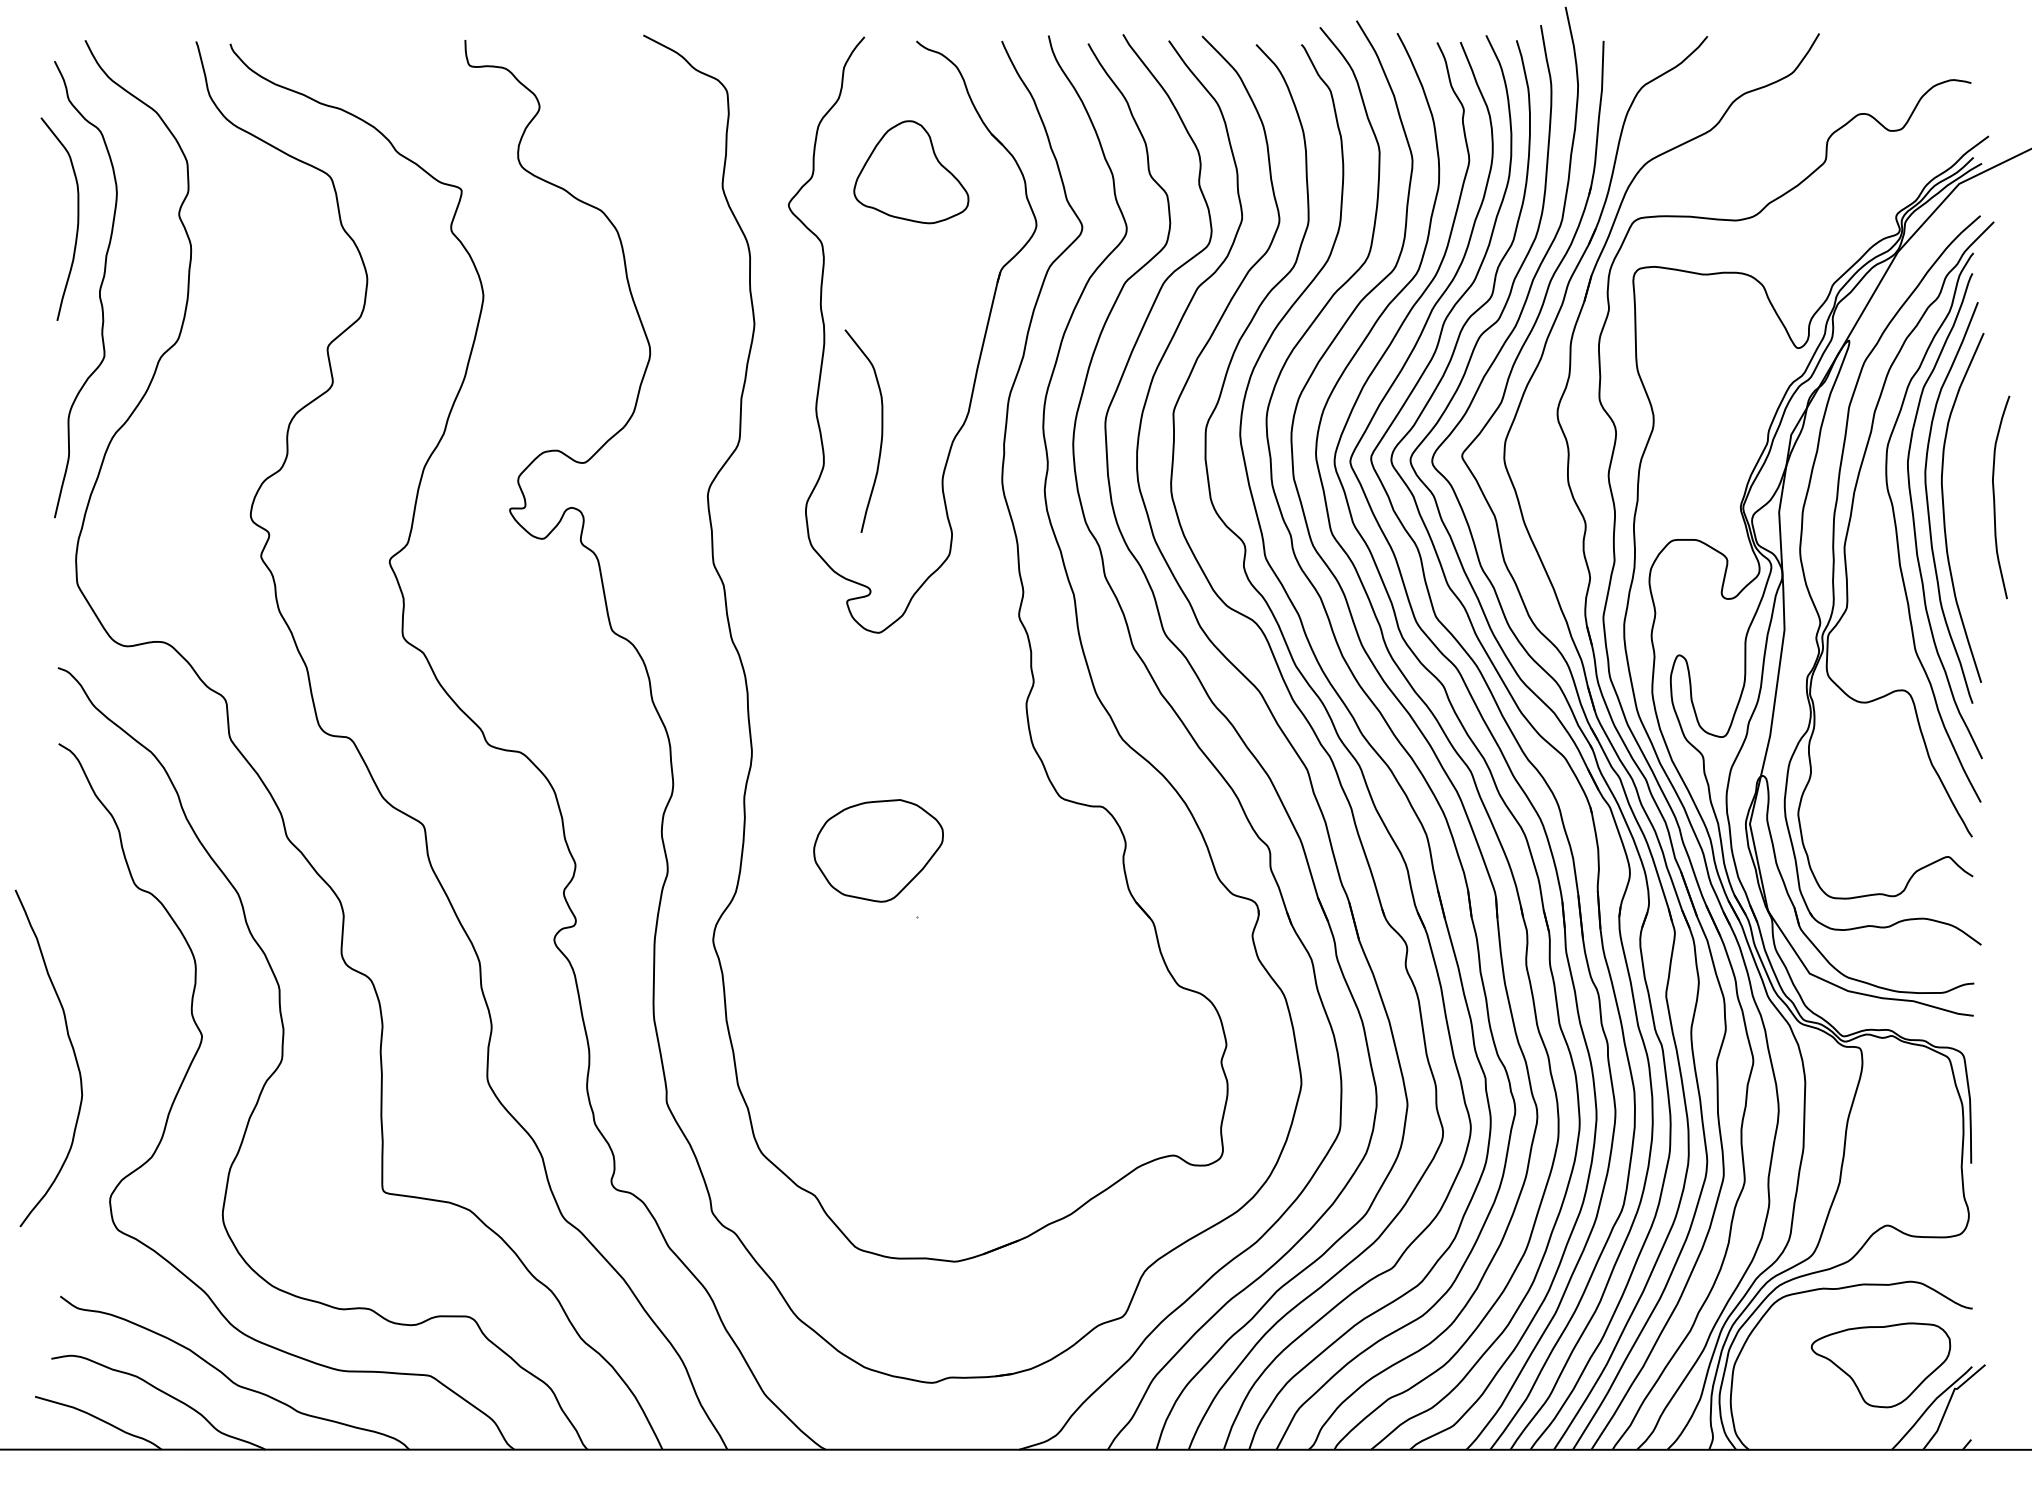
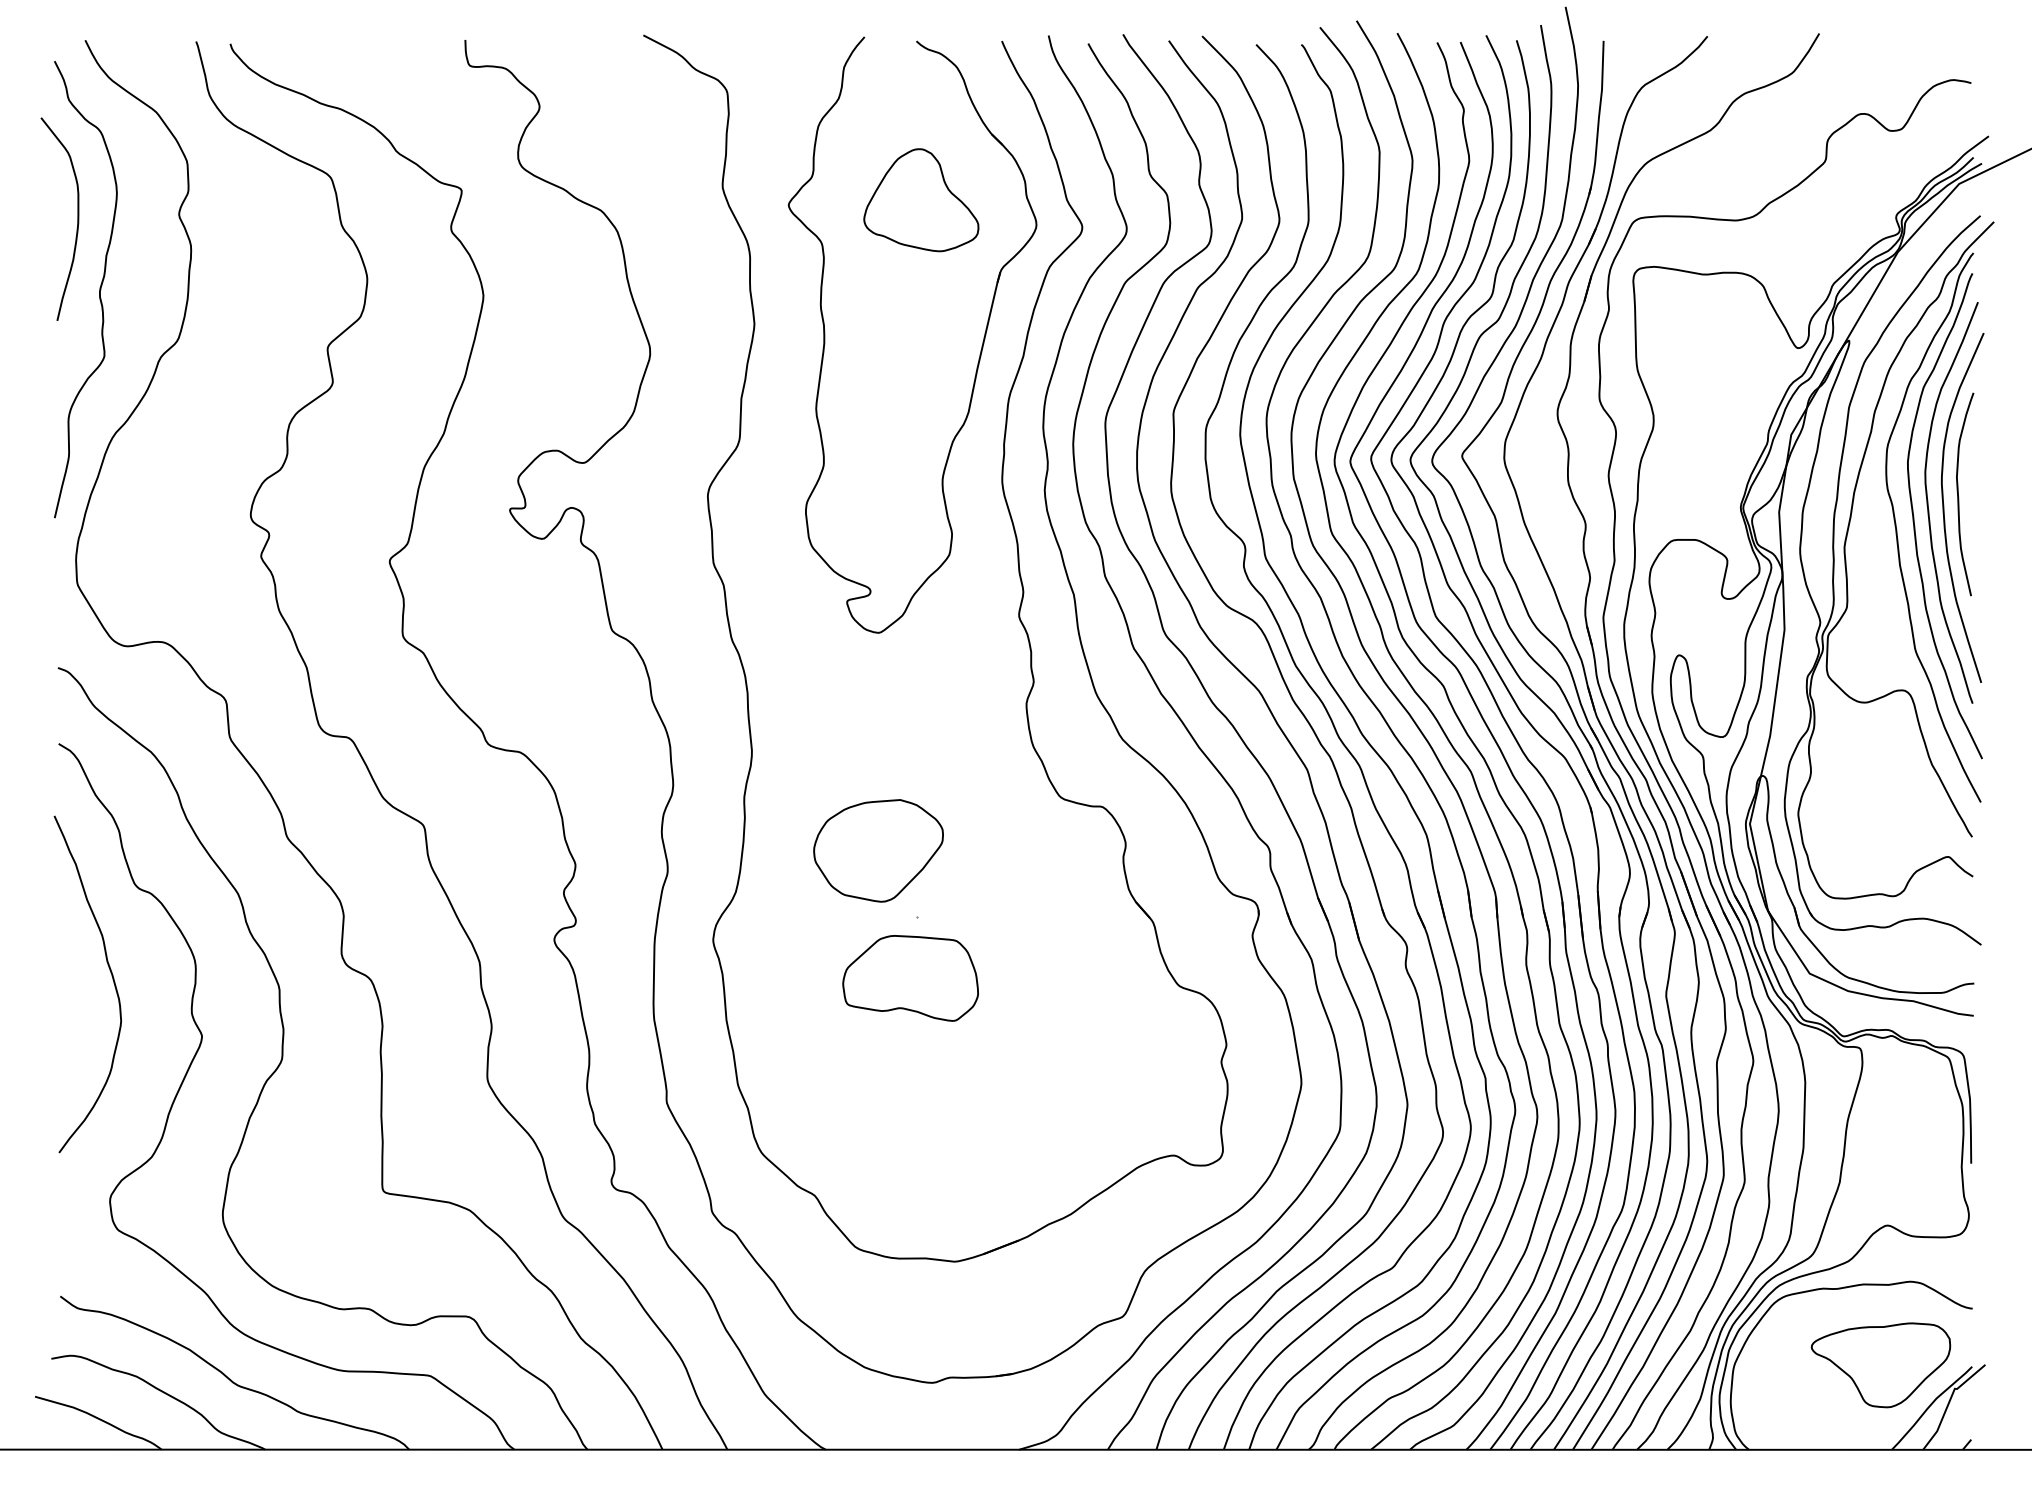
part at (911, 172) position: (911, 172) -> (921, 200)
curve at (881, 430): present -> none
curve at (1995, 500) position: (1995, 500) -> (1959, 497)
part at (910, 978): none -> present
curve at (72, 1050) position: (72, 1050) -> (111, 976)
